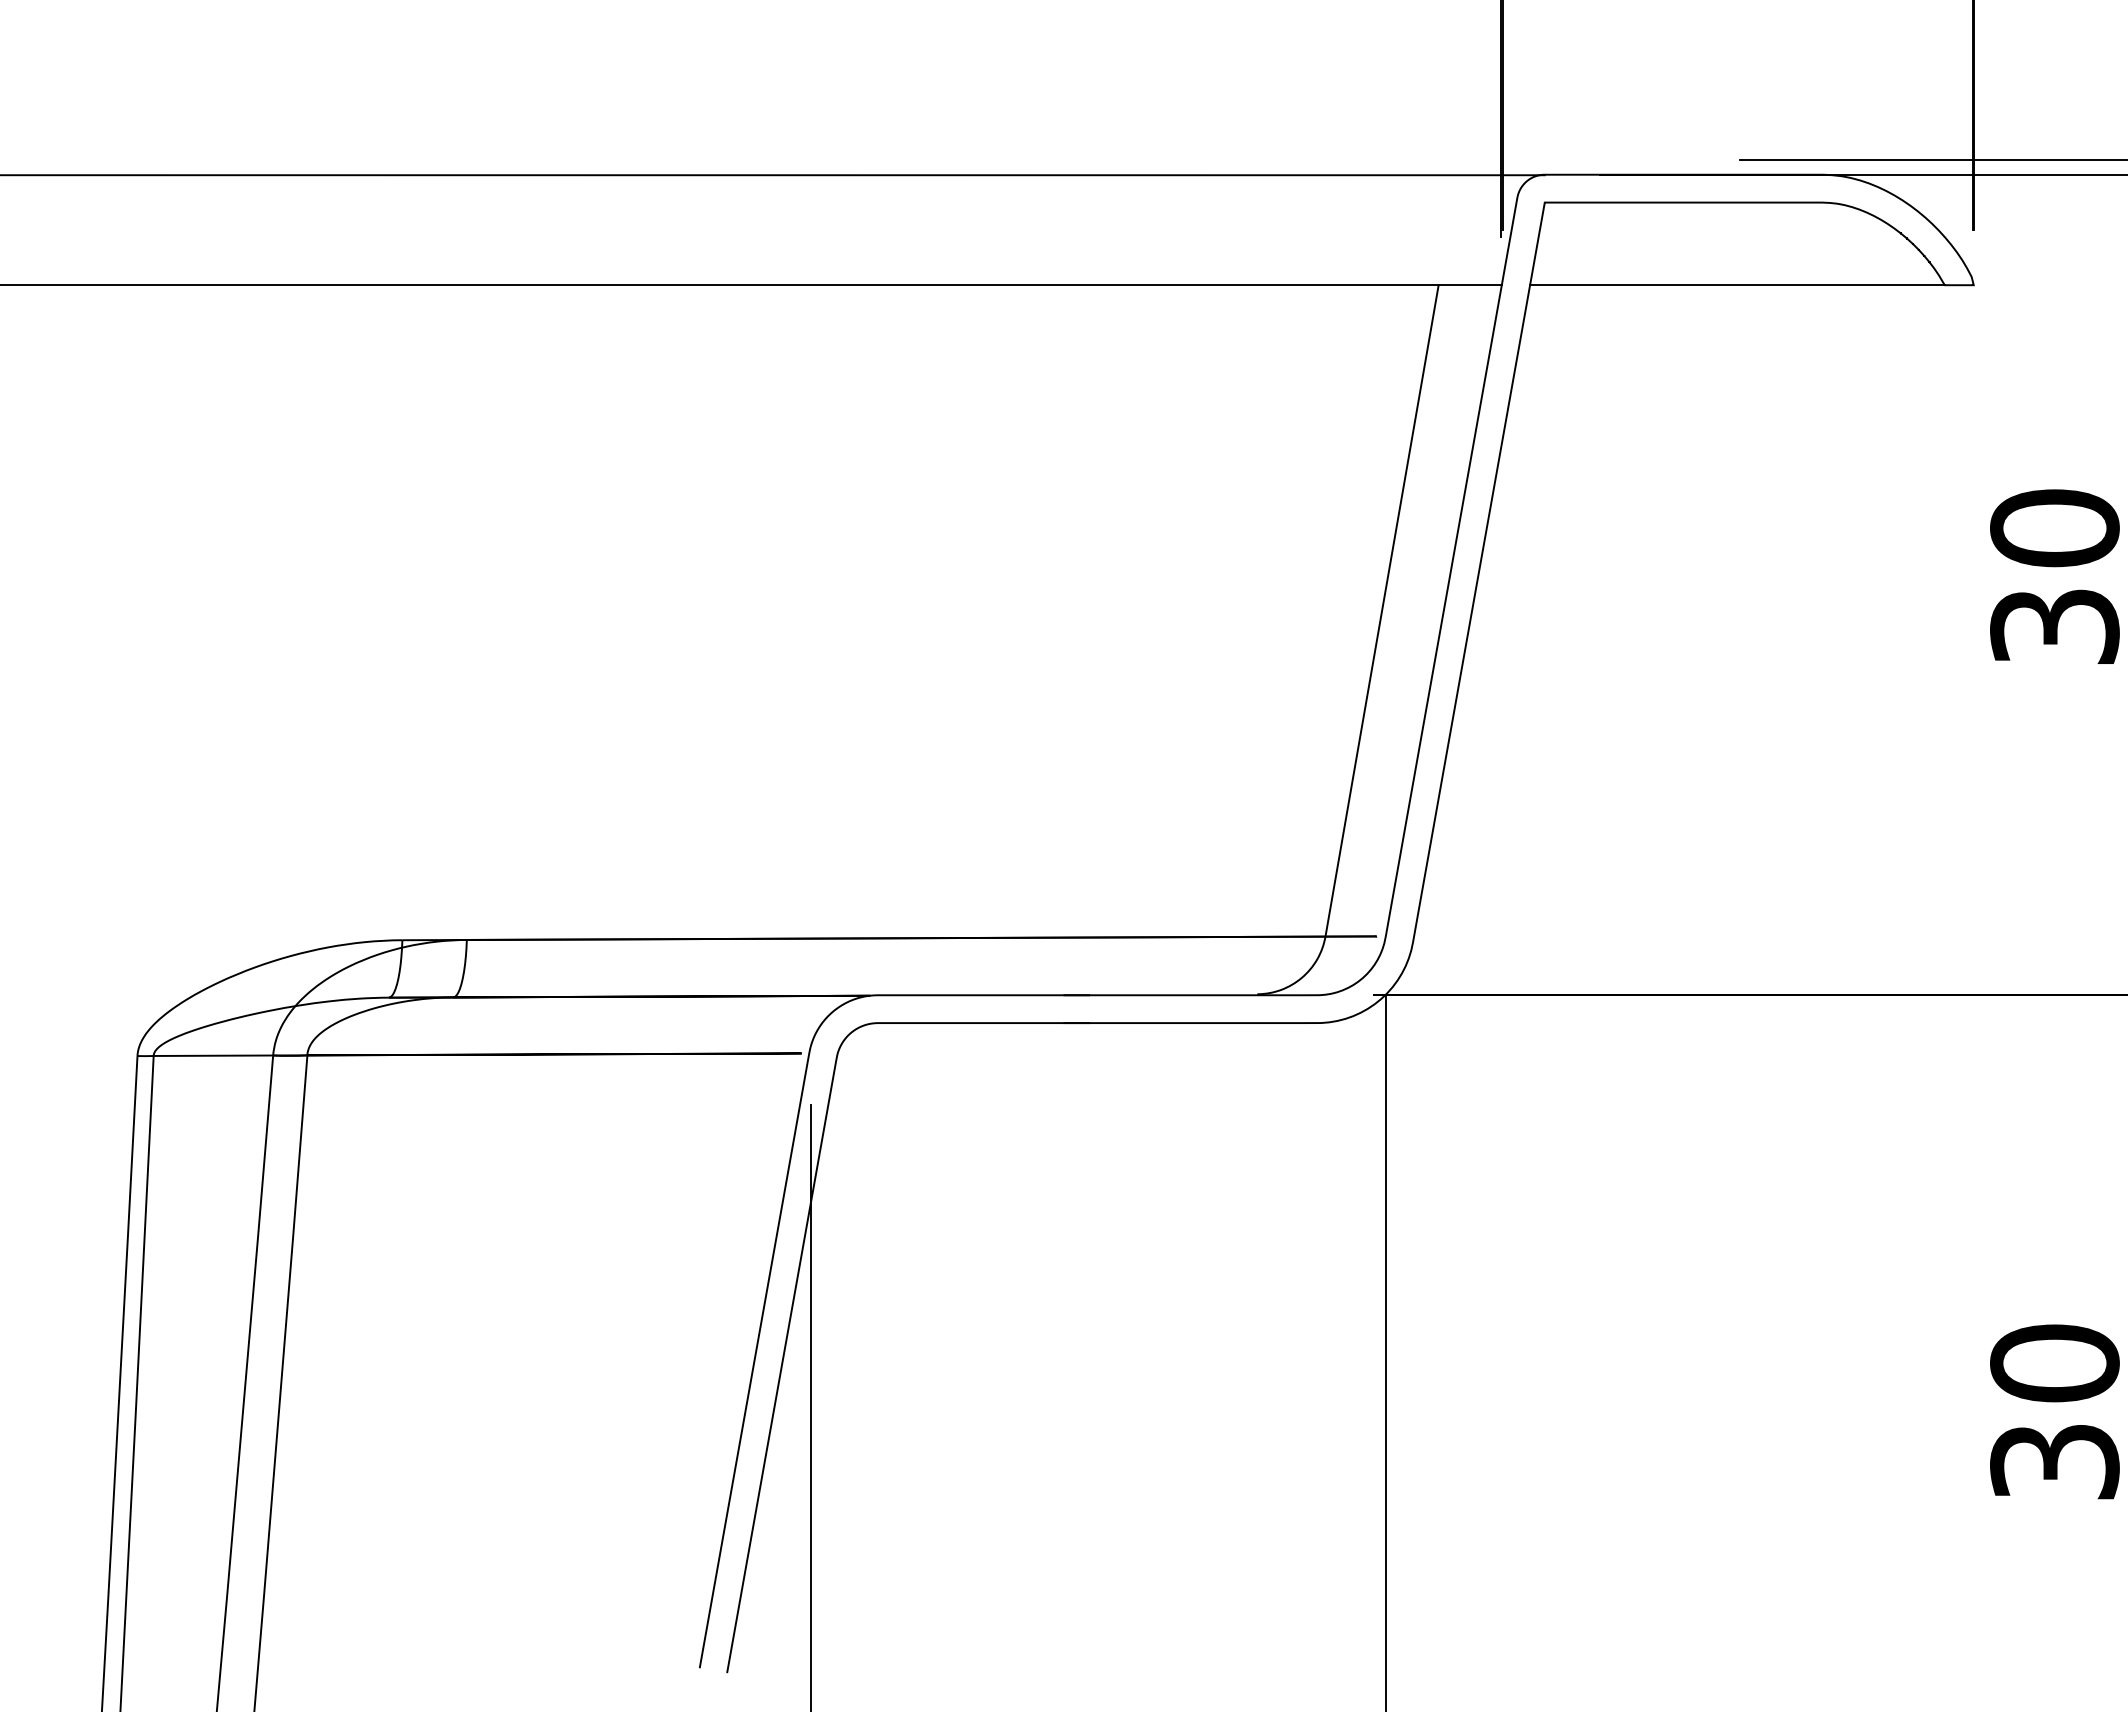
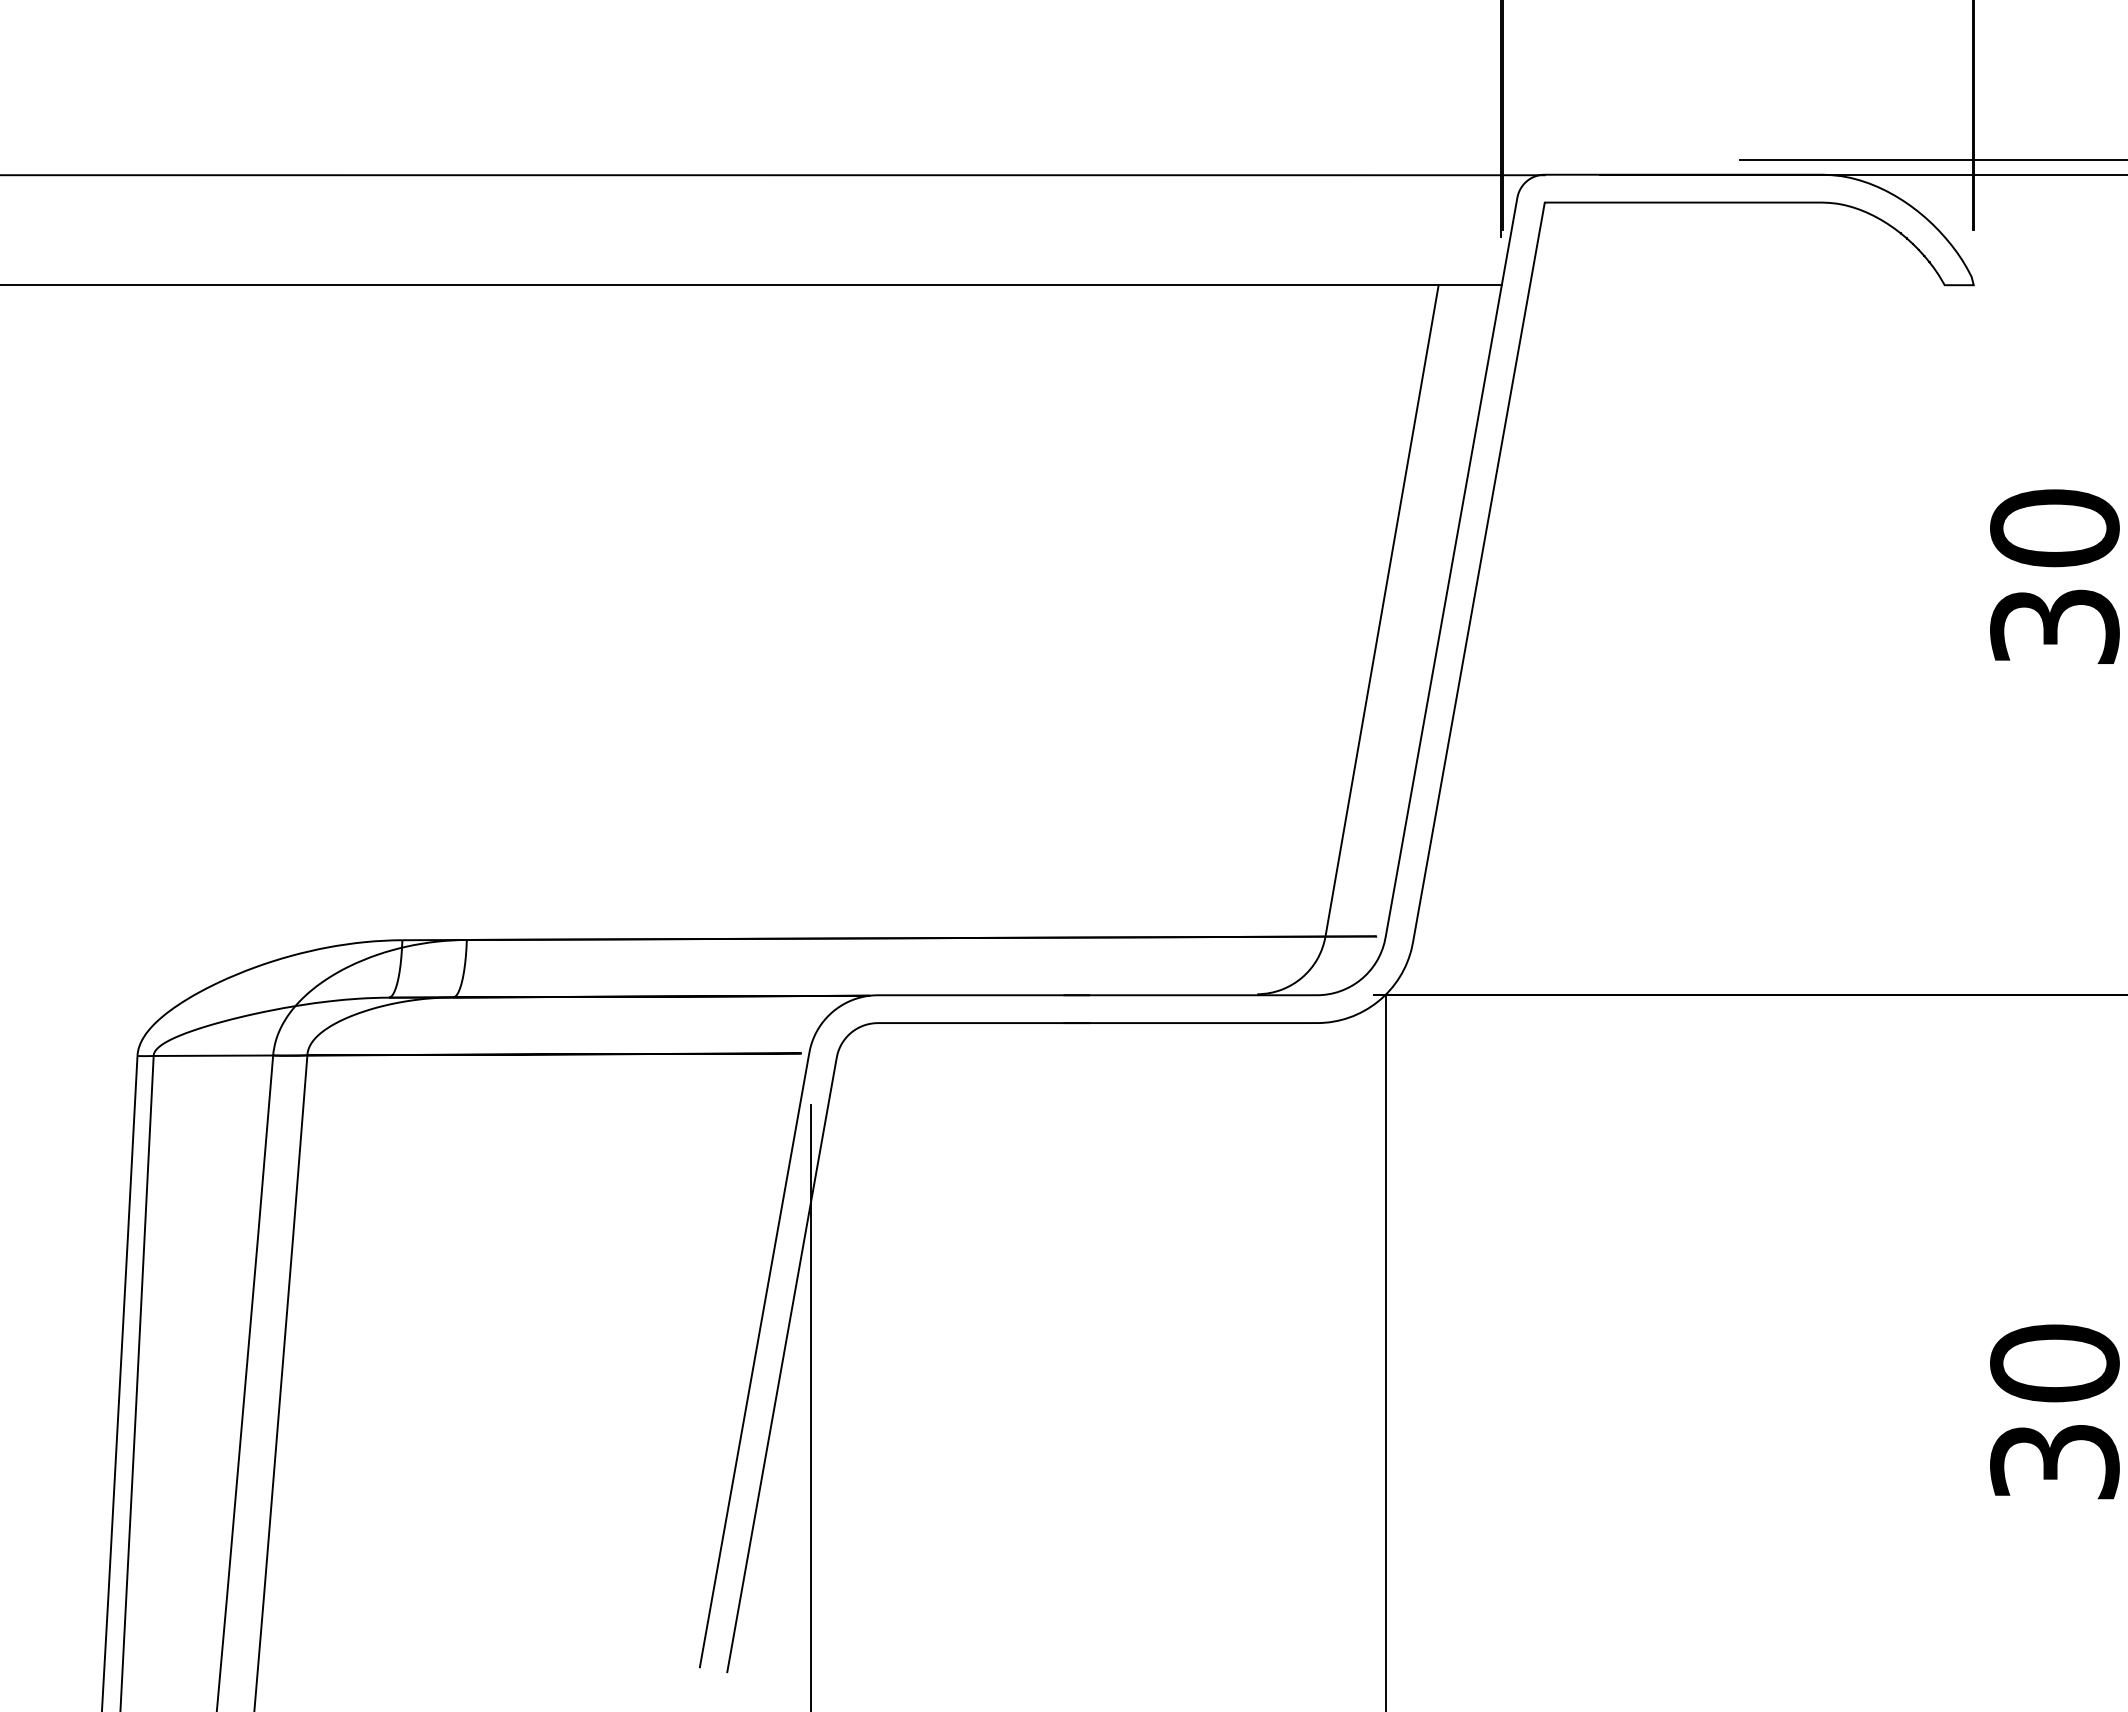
line at (1737, 285): present -> none
